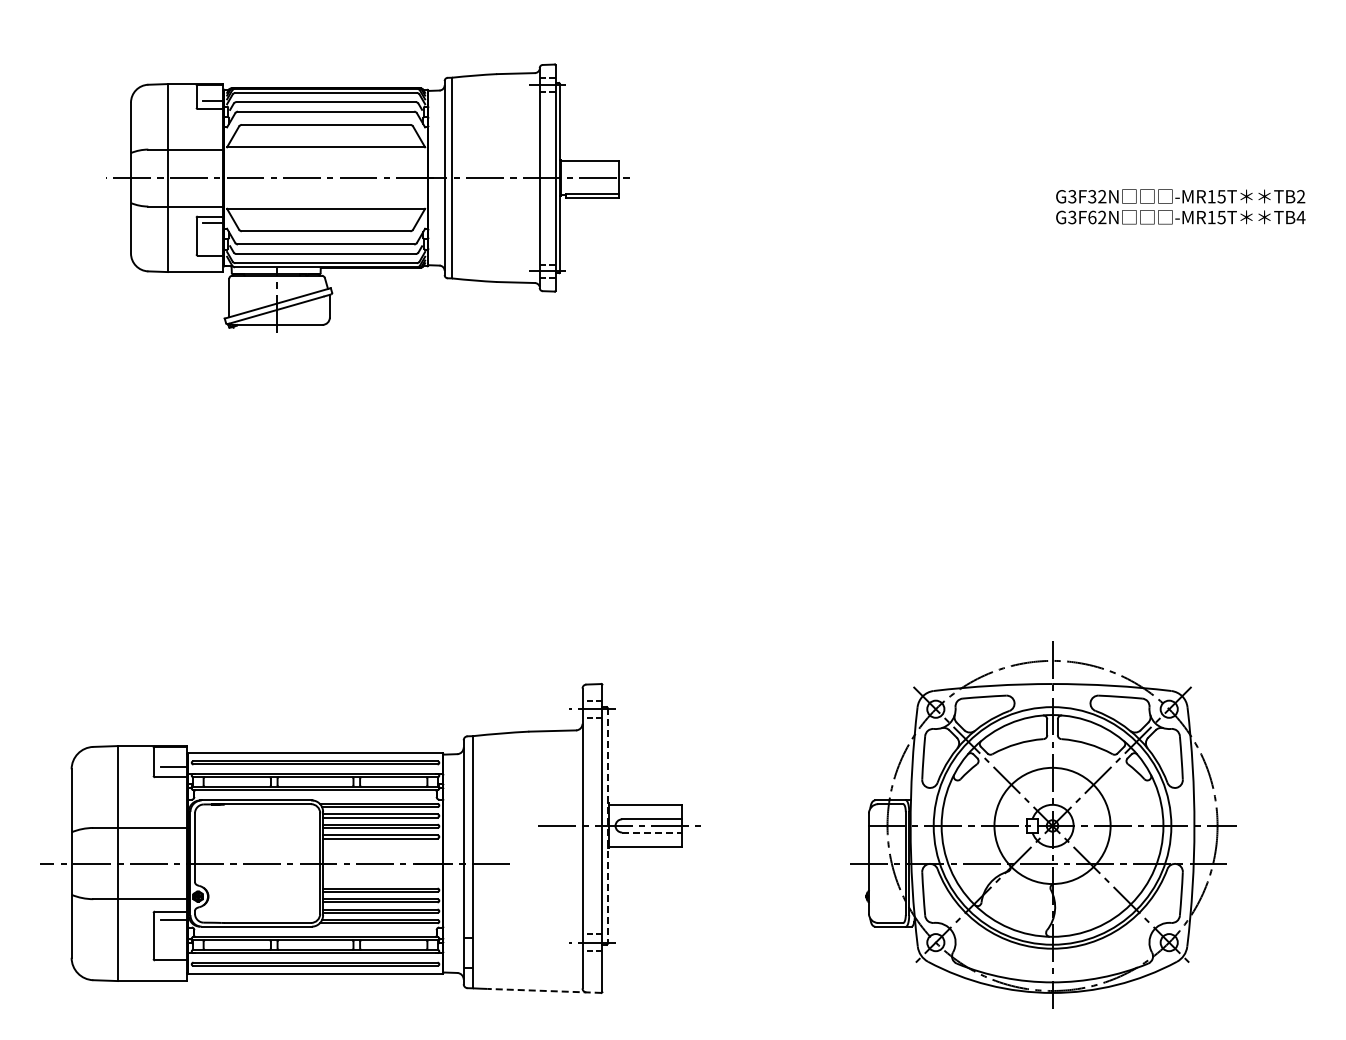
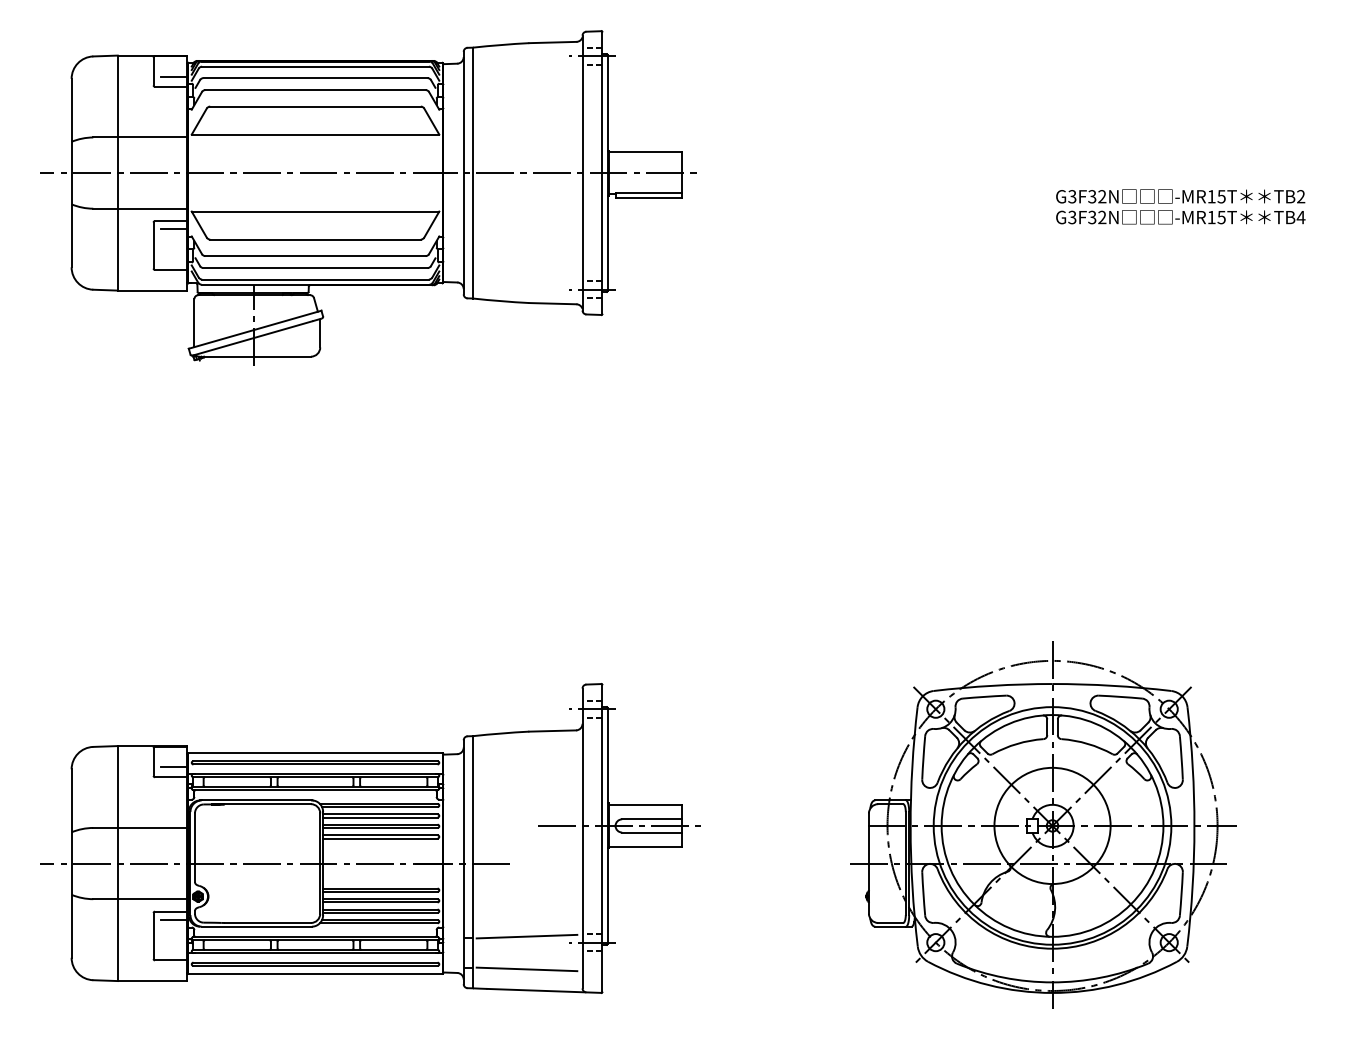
part at (367, 197) size: 524x270 px -> 657x336 px
text at (1092, 217): G3F62N -> G3F32N
line at (607, 826): dashed -> solid
line at (651, 832): dashed -> solid
line at (526, 936): none -> present
line at (526, 969): none -> present
line at (544, 990): dashed -> solid
